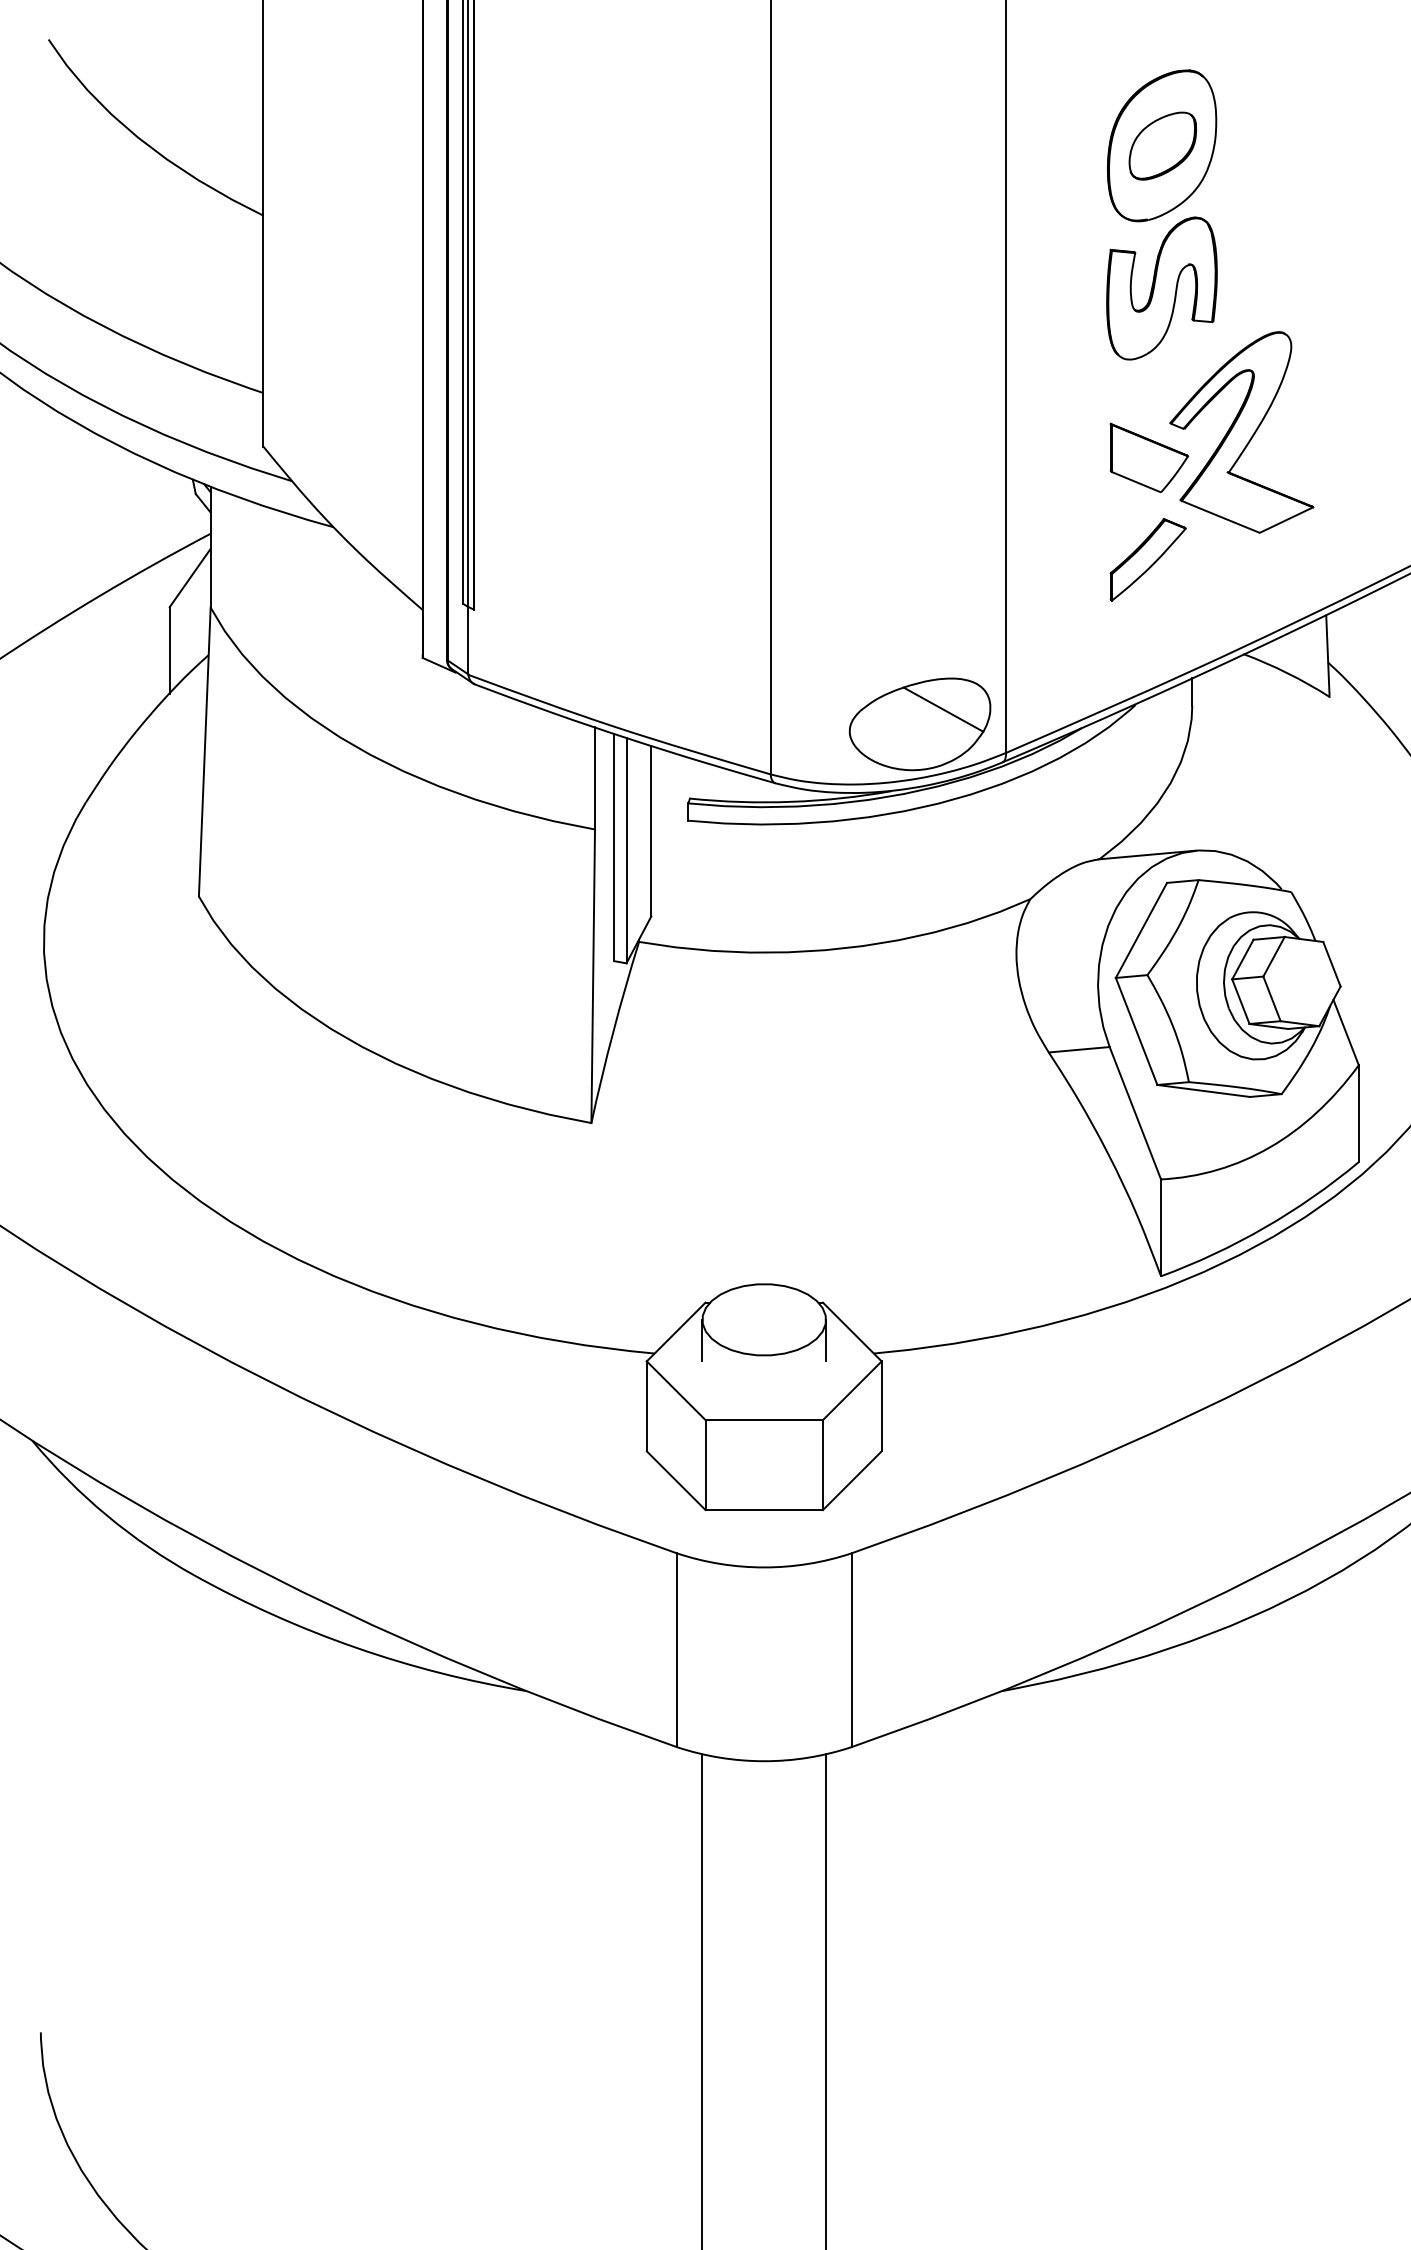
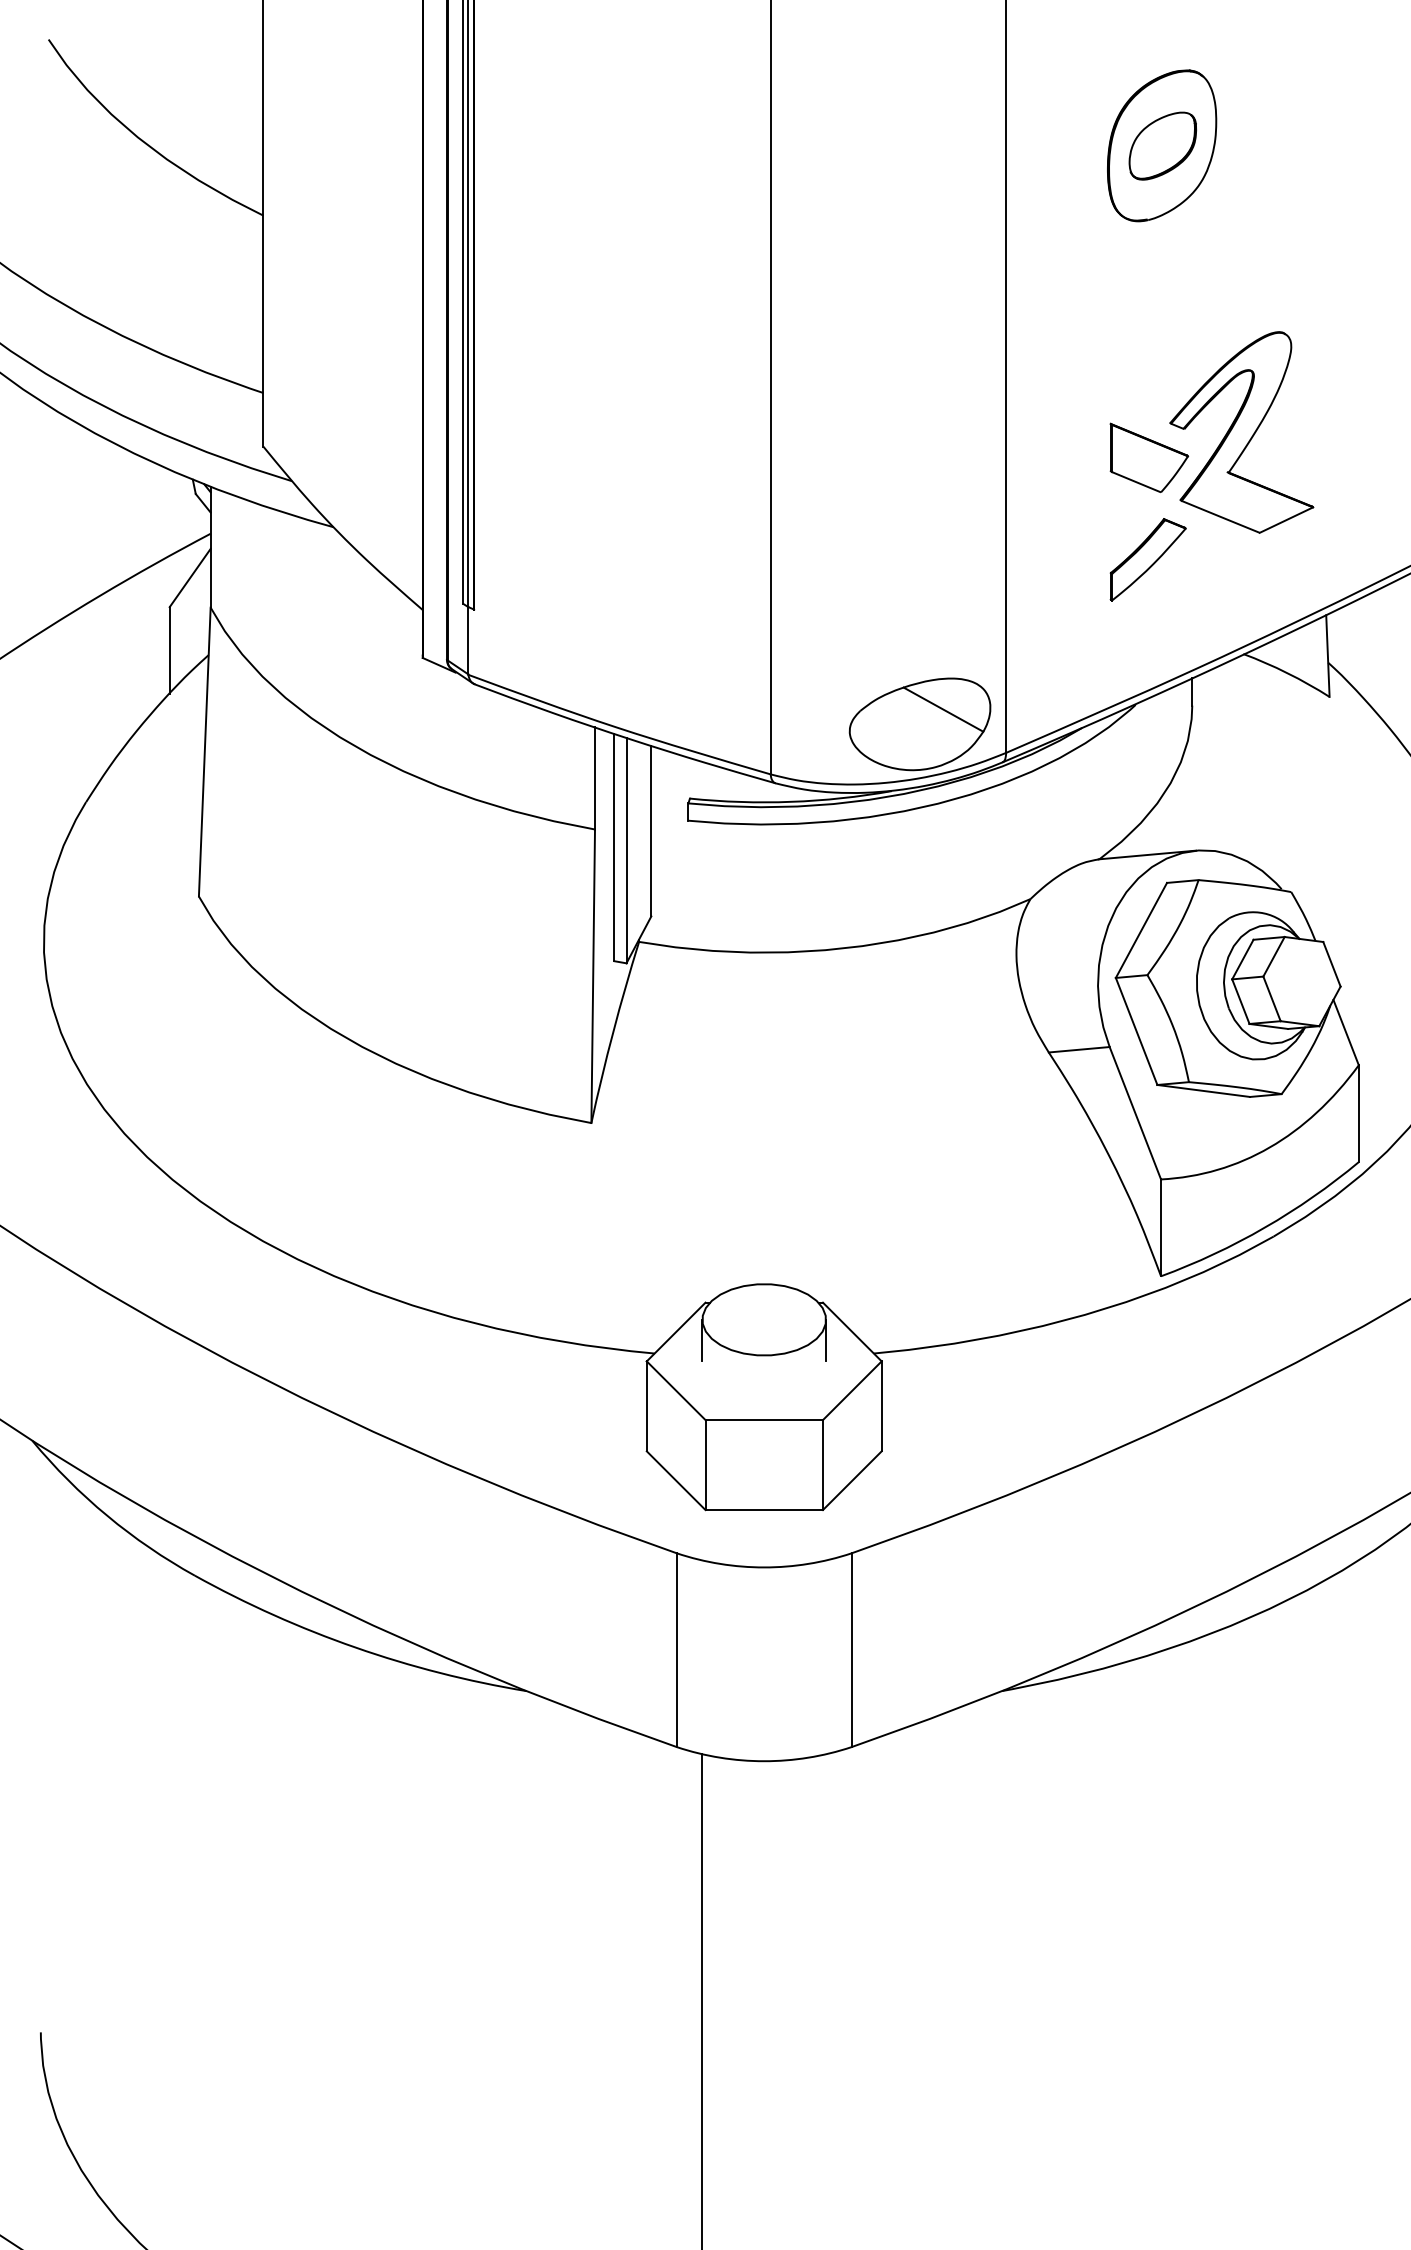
part at (1161, 288): present -> none
line at (826, 2000): present -> none
